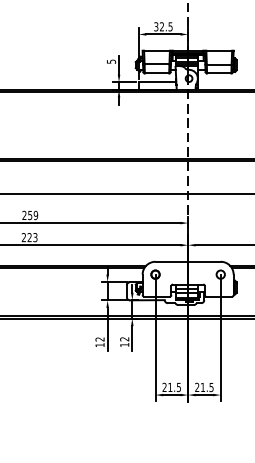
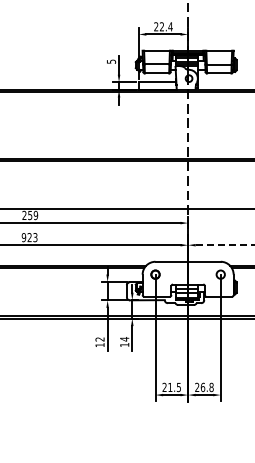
text at (163, 26): 32.5 -> 22.4
line at (126, 193) position: (126, 193) -> (126, 208)
text at (23, 237): 223 -> 923
line at (224, 245): solid -> dashed
text at (124, 339): 12 -> 14
text at (206, 387): 21.5 -> 26.8
